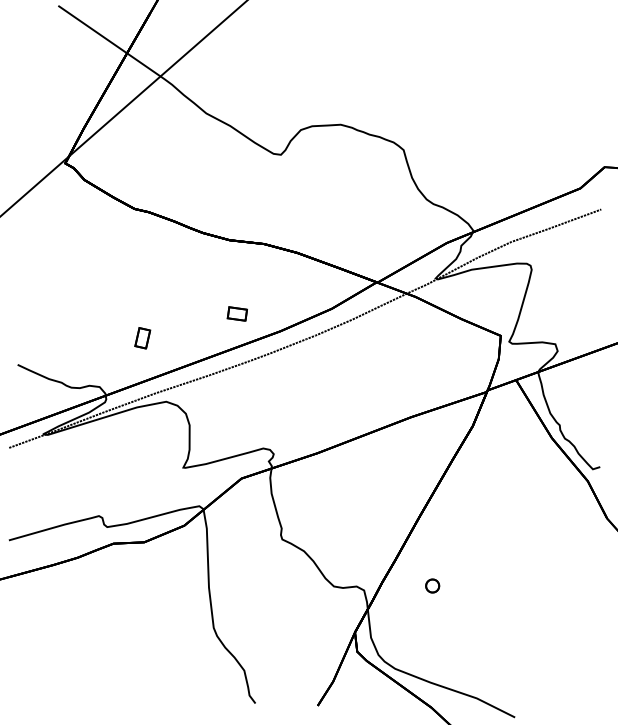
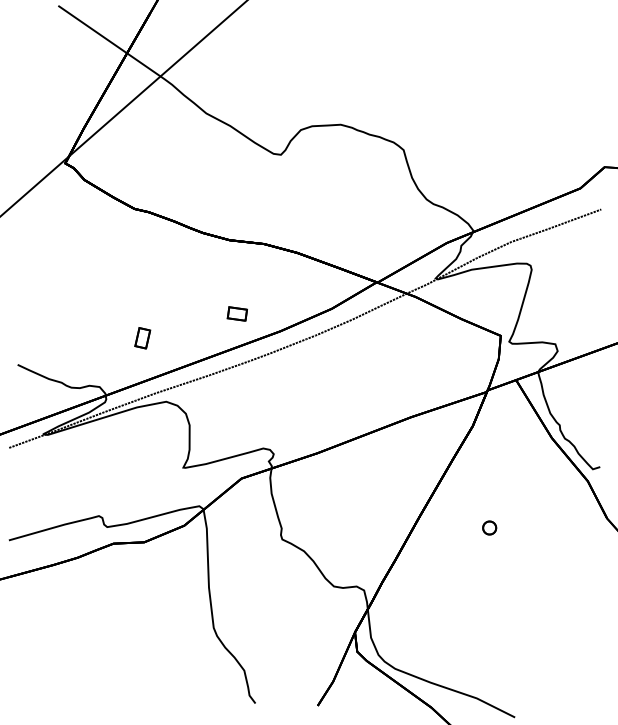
part at (432, 585) position: (432, 585) -> (489, 527)
